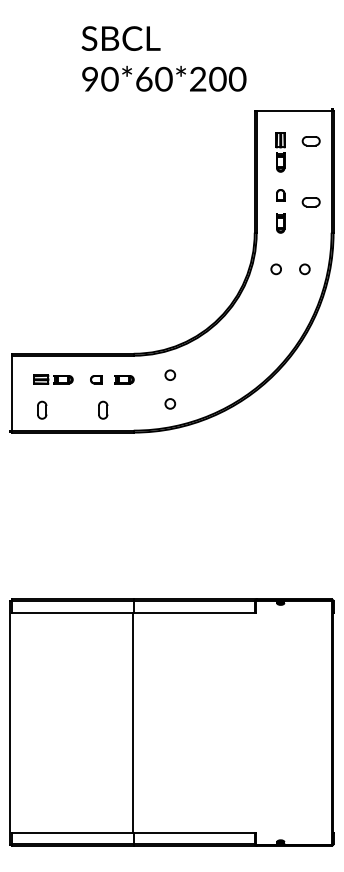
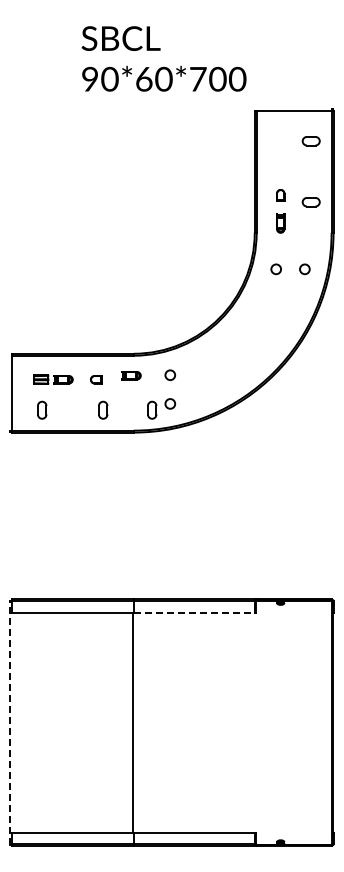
text at (198, 78): 90*60*200 -> 90*60*700
part at (280, 152): present -> none
part at (124, 379) position: (124, 379) -> (131, 375)
part at (152, 409): none -> present
line at (194, 612): solid -> dashed
line at (10, 722): solid -> dashed
